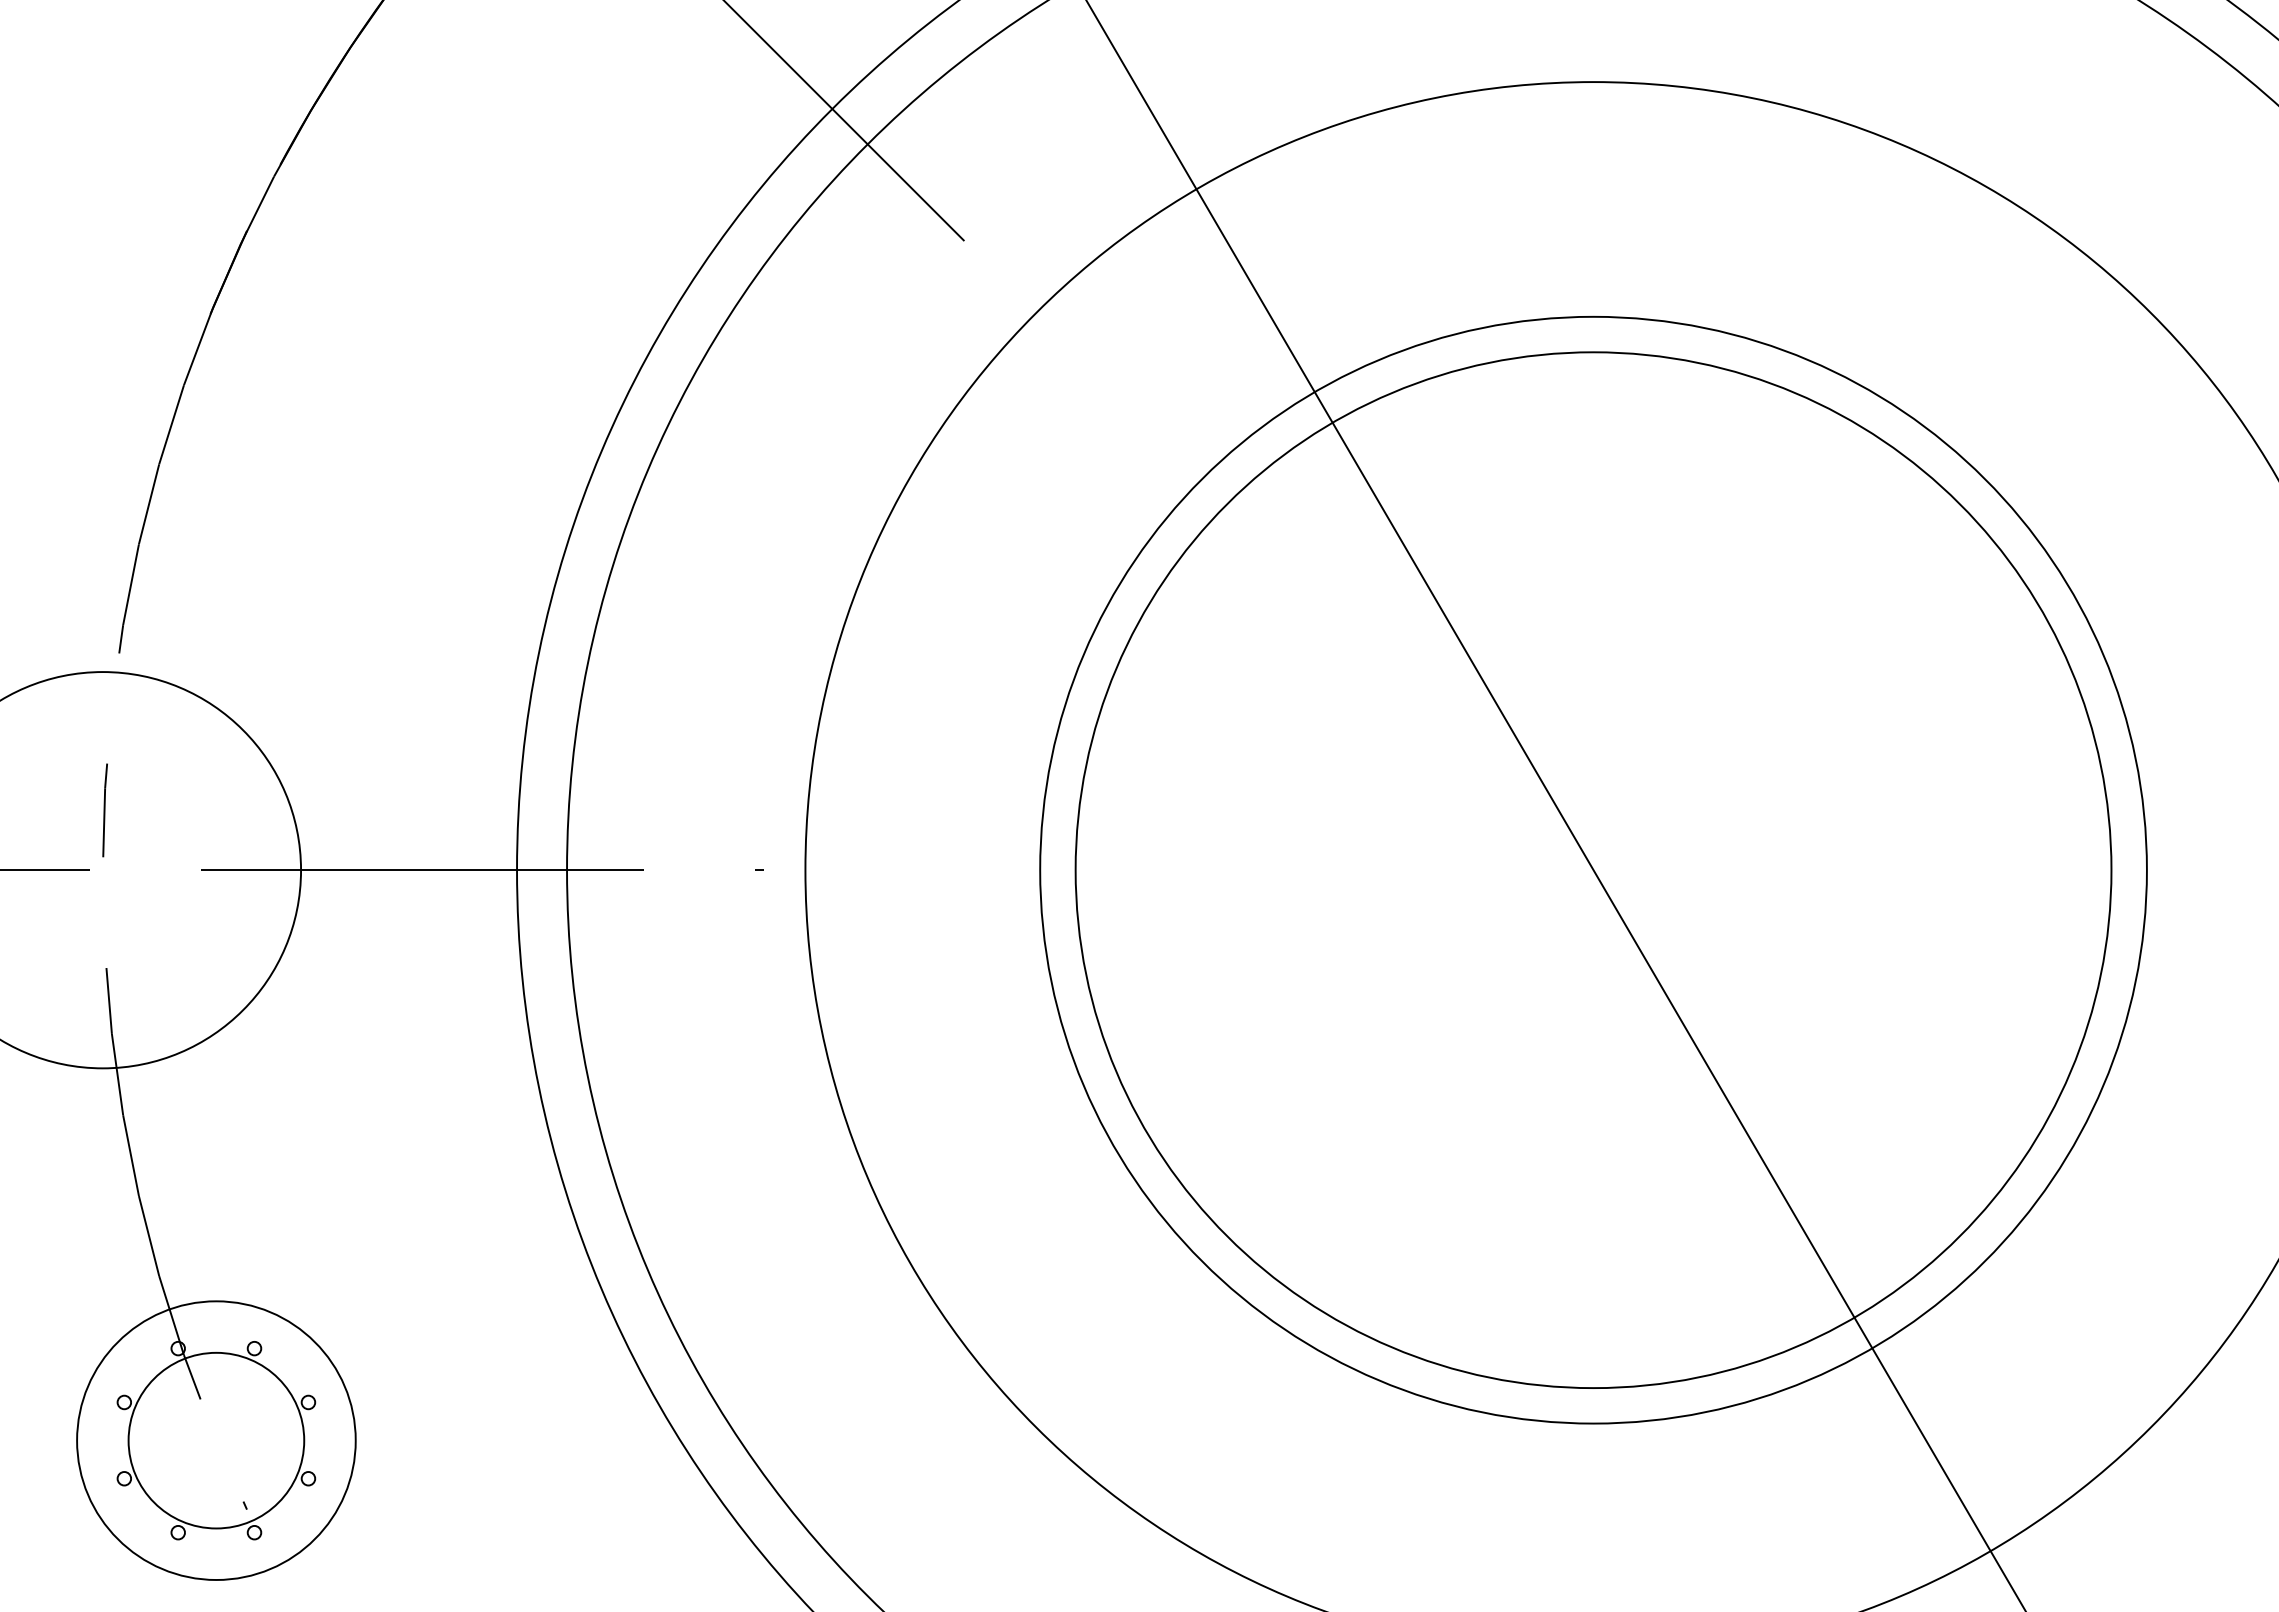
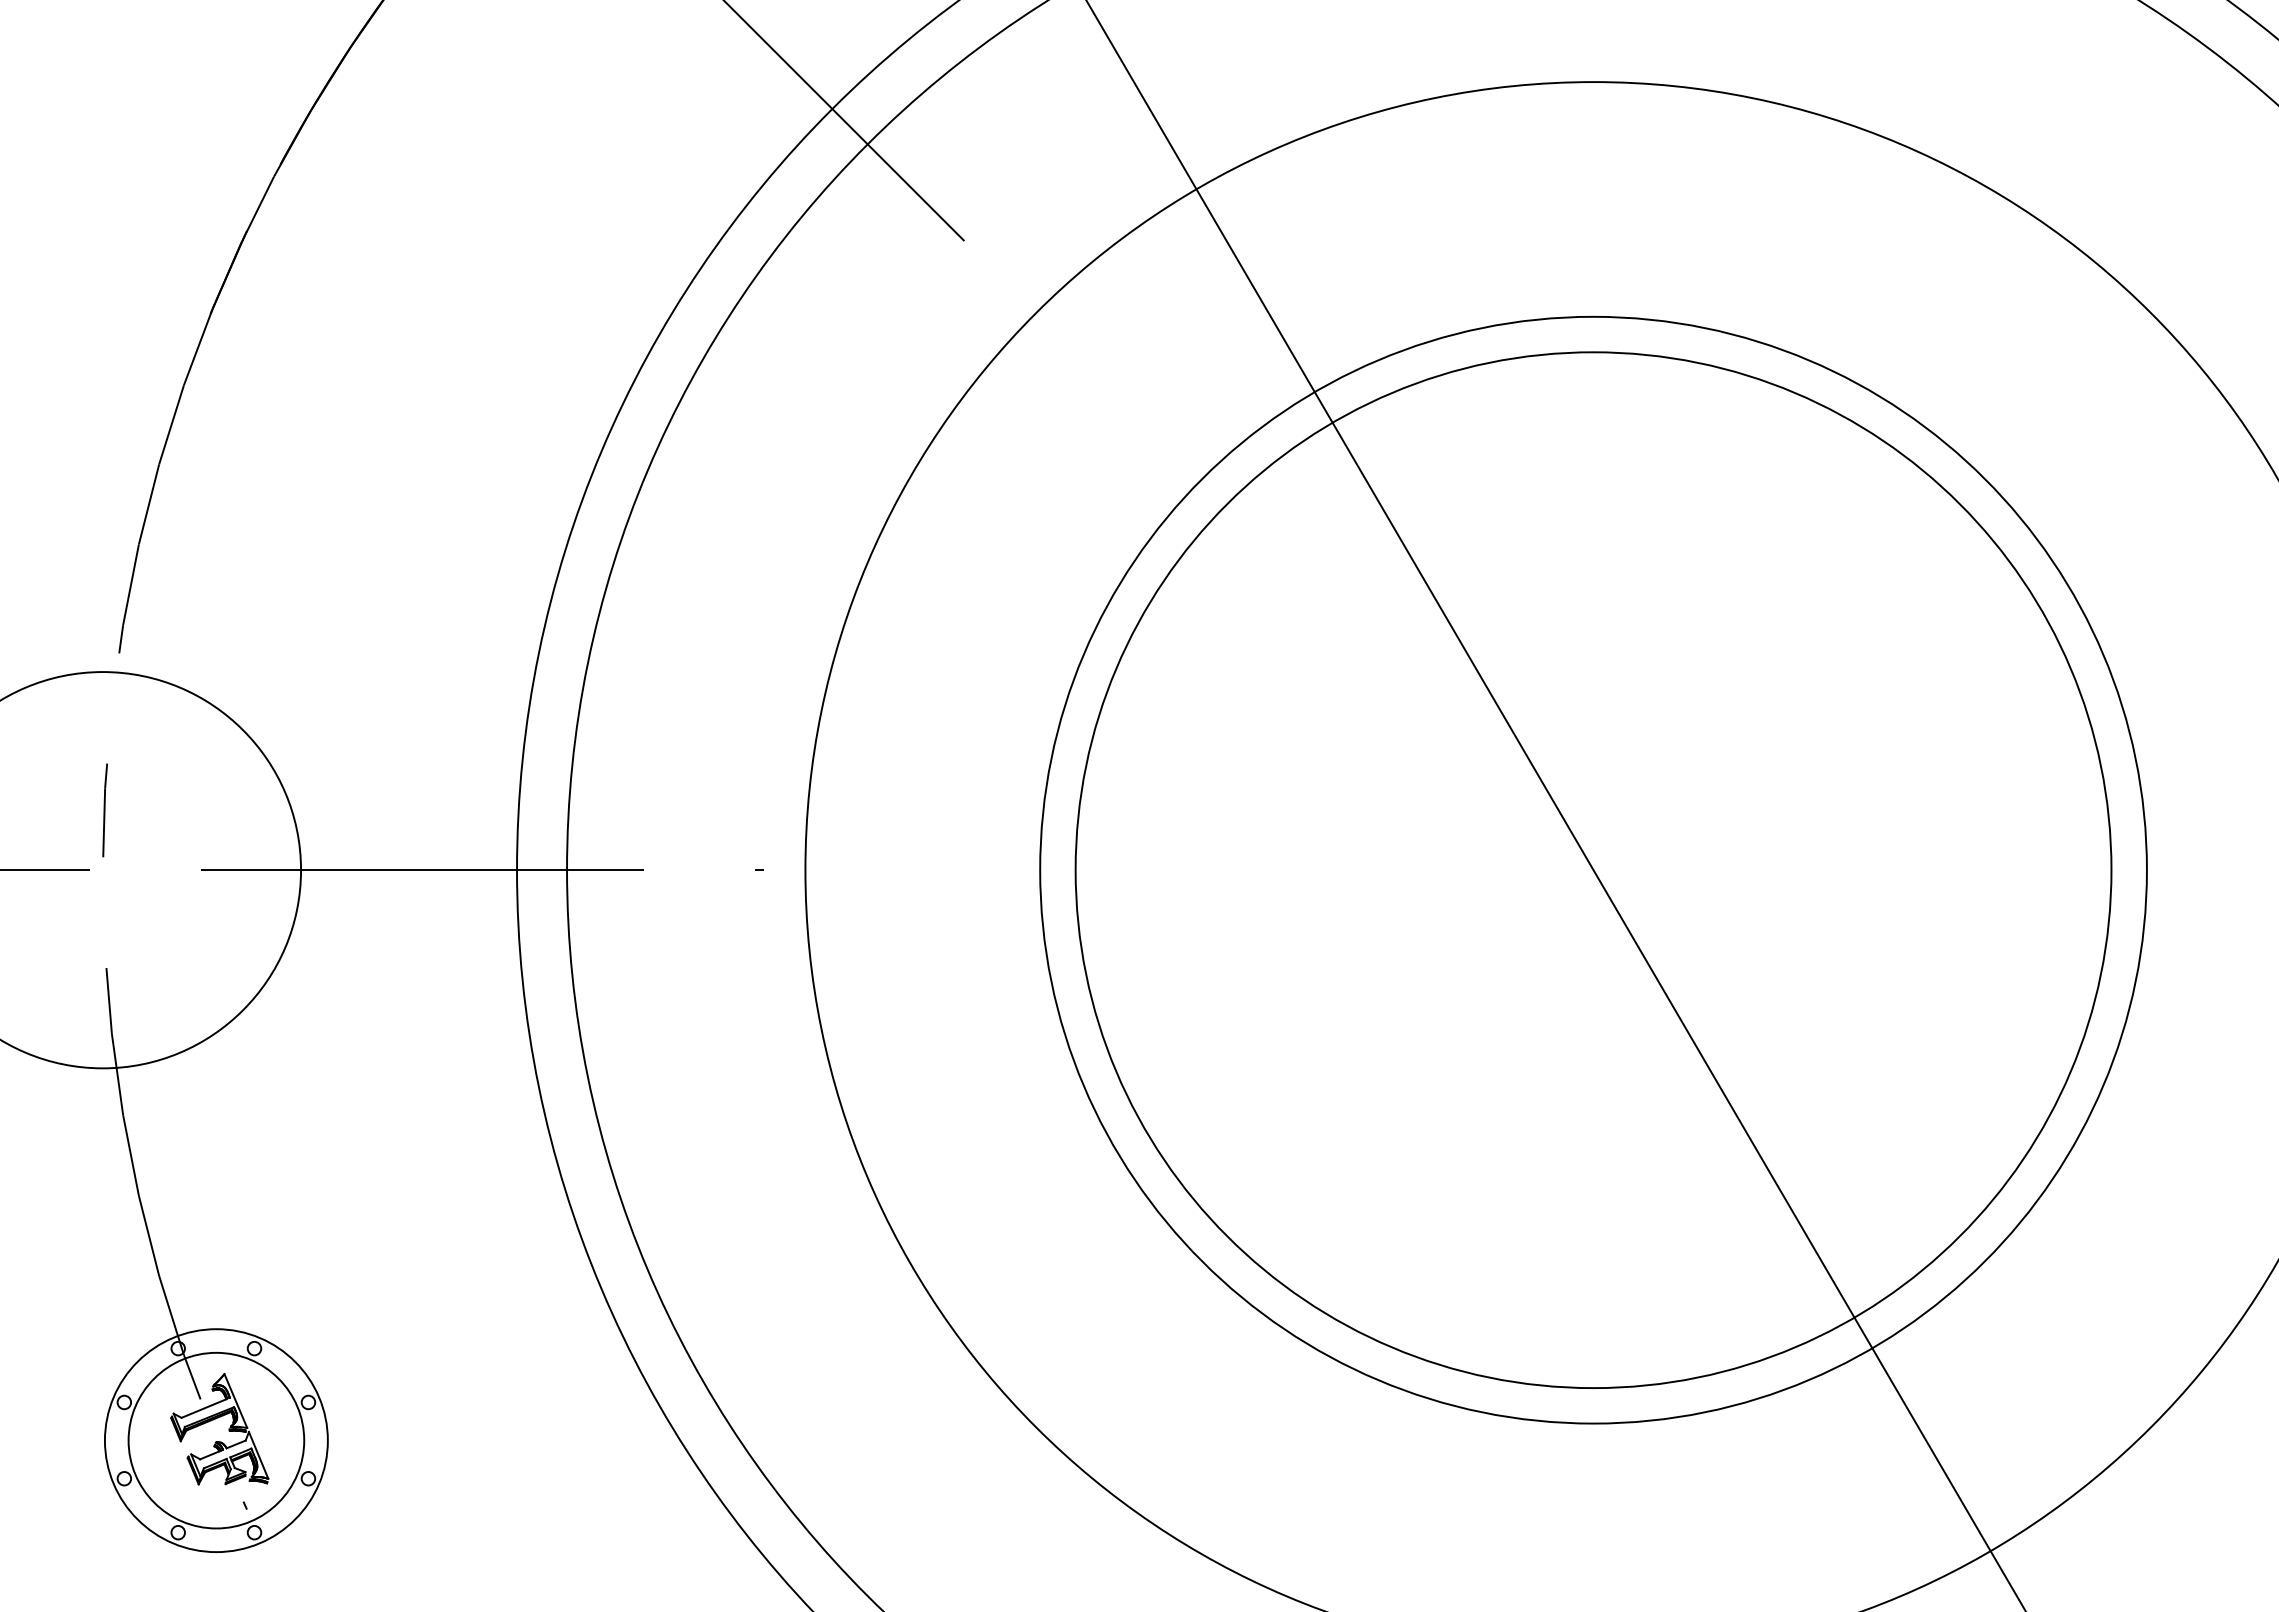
part at (228, 1429): none -> present
circle at (216, 1440) diameter: 279 px -> 223 px
